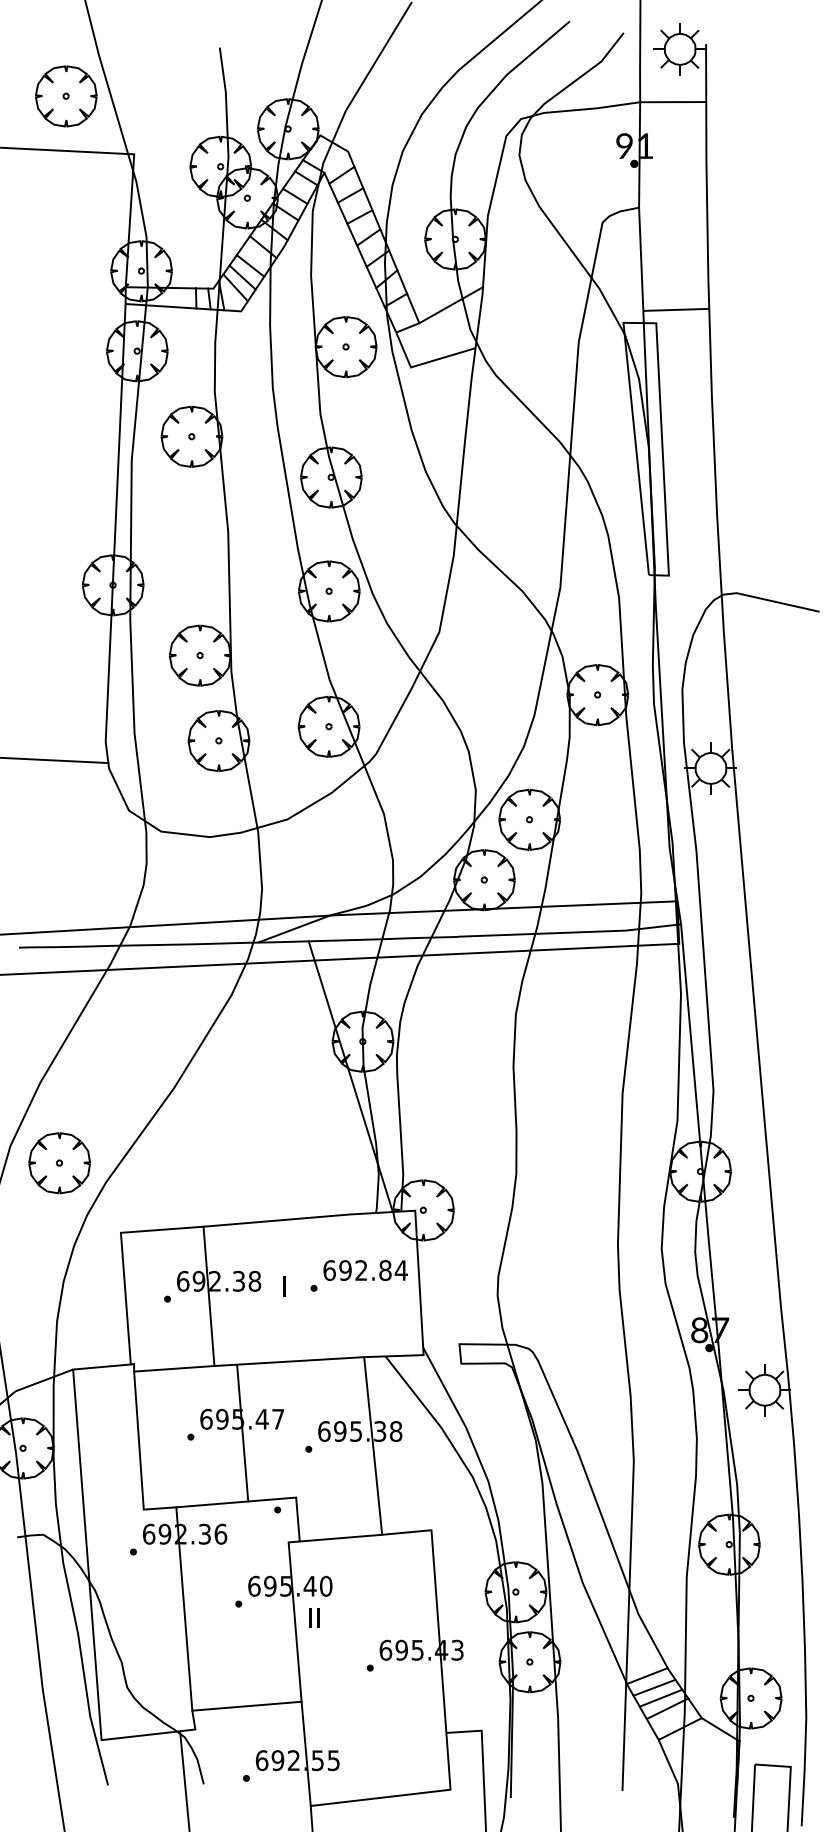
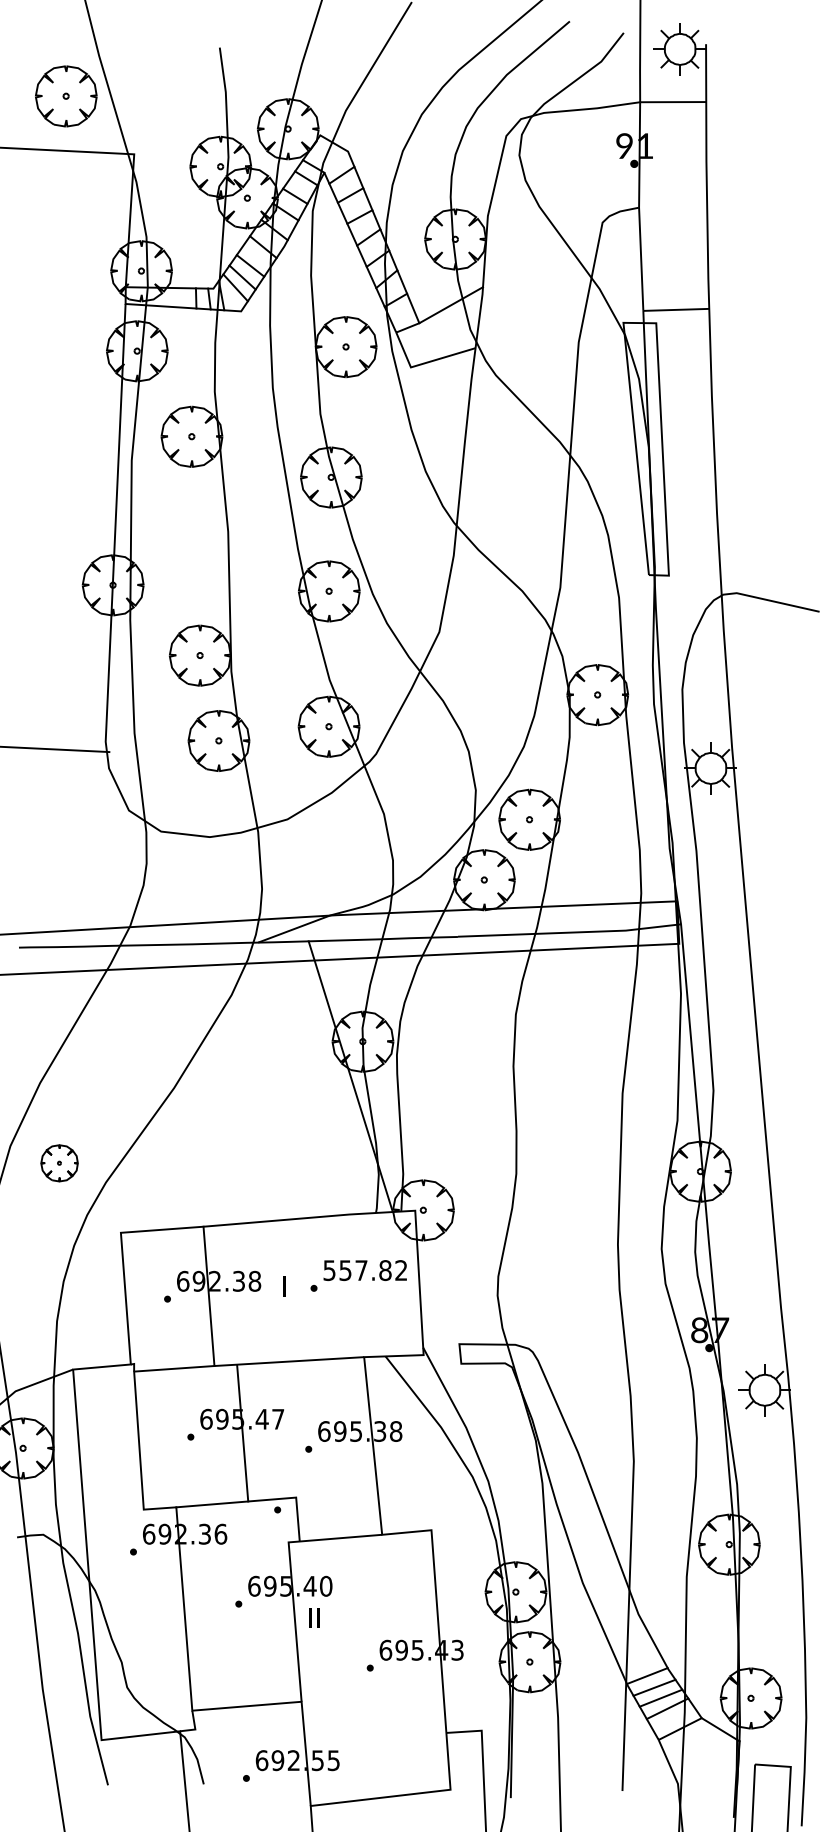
line at (55, 760) position: (55, 760) -> (55, 749)
part at (59, 1163) size: 63x63 px -> 39x39 px
text at (365, 1270): 692.84 -> 557.82
